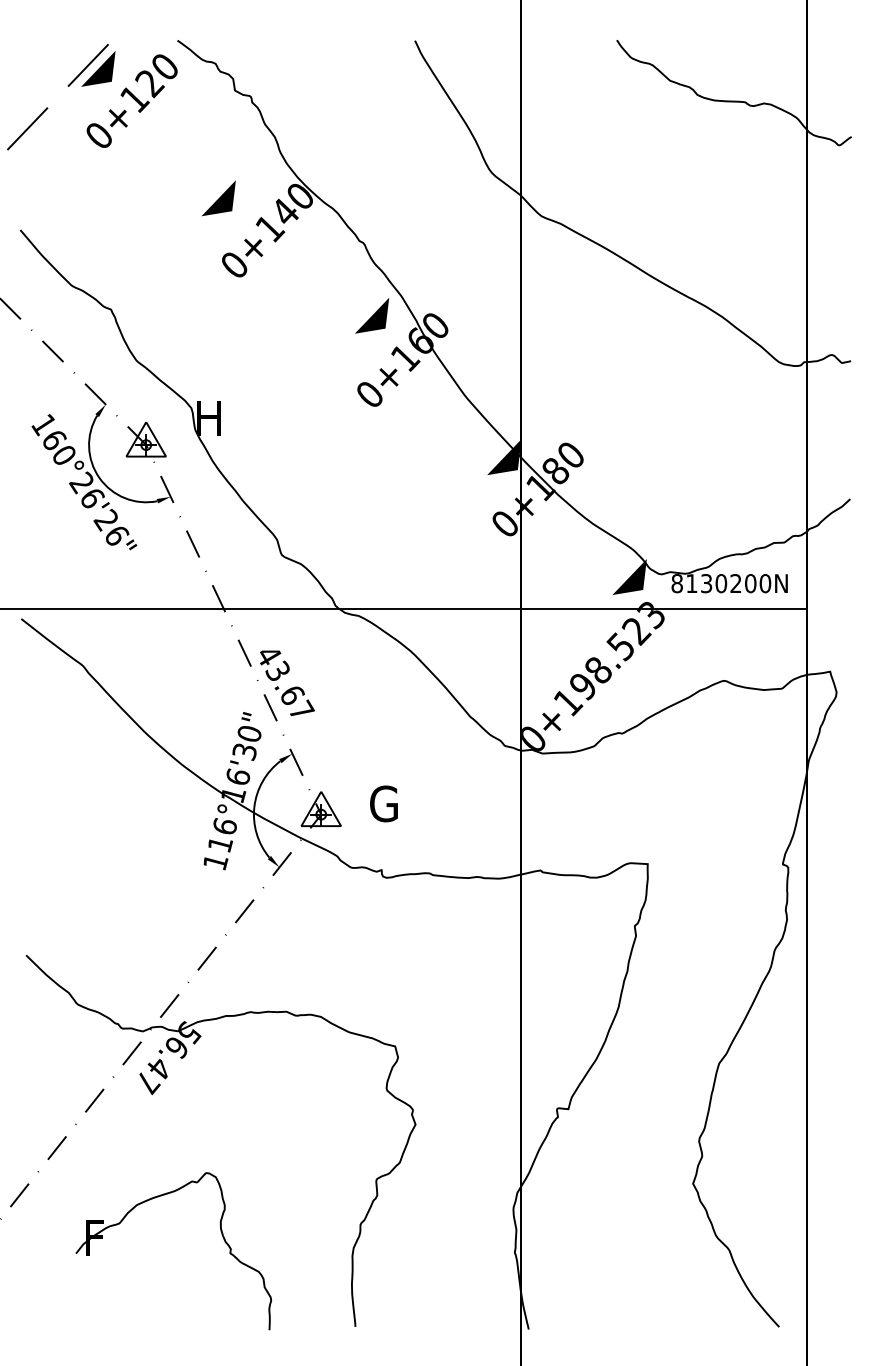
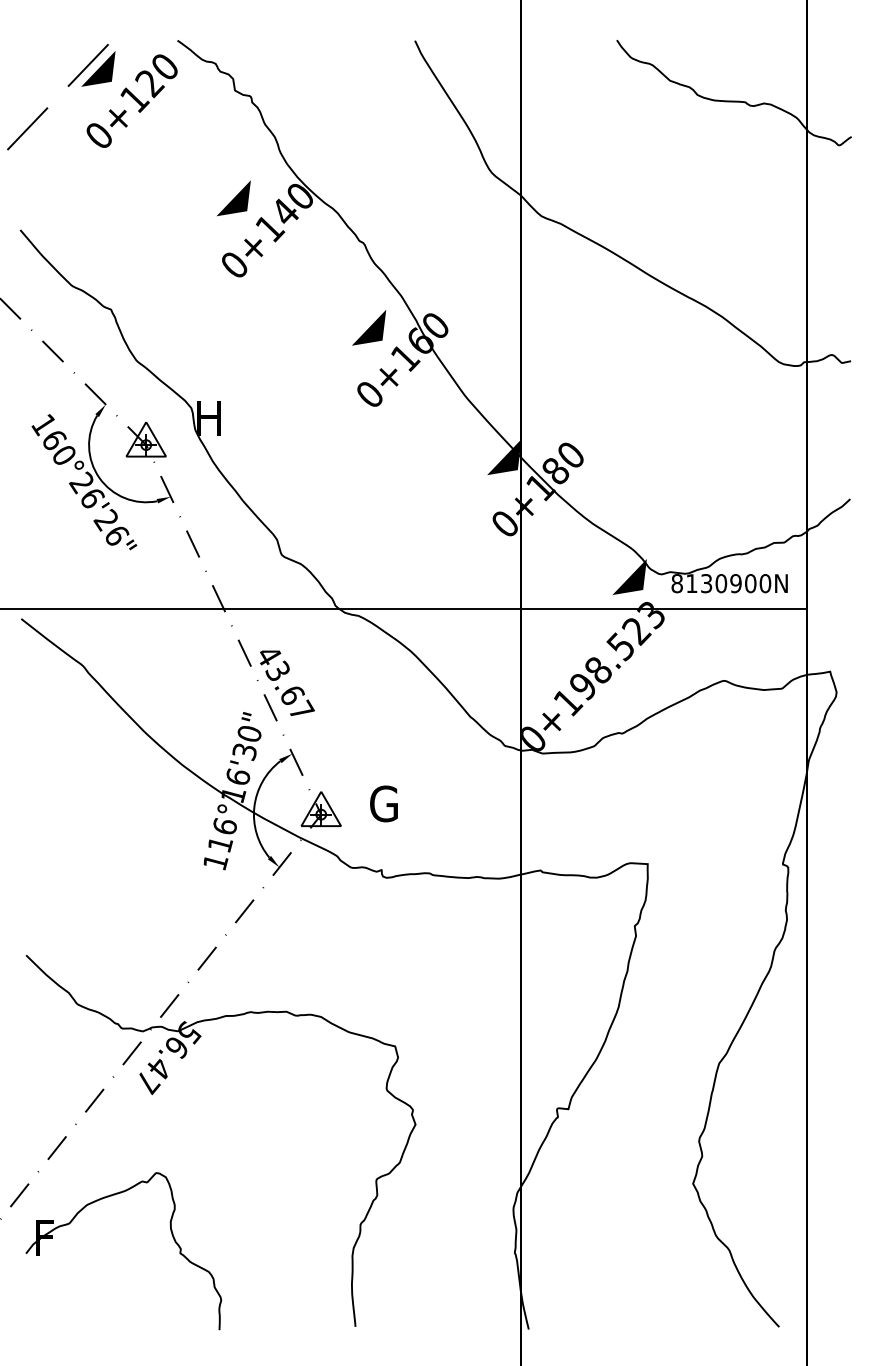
part at (218, 198) position: (218, 198) -> (233, 198)
part at (372, 315) position: (372, 315) -> (369, 327)
text at (735, 583): 8130200N -> 8130900N
part at (221, 1235) position: (221, 1235) -> (171, 1235)
